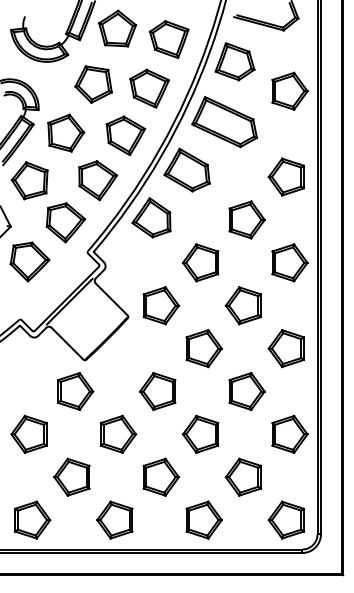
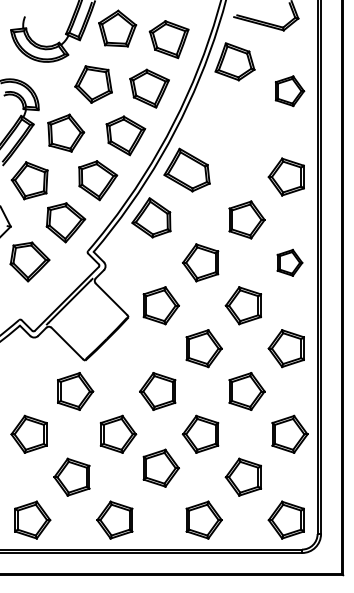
part at (289, 90) size: 38x40 px -> 32x33 px
part at (224, 122): present -> none
part at (289, 262) size: 38x40 px -> 28x29 px
part at (160, 476) position: (160, 476) -> (160, 467)
